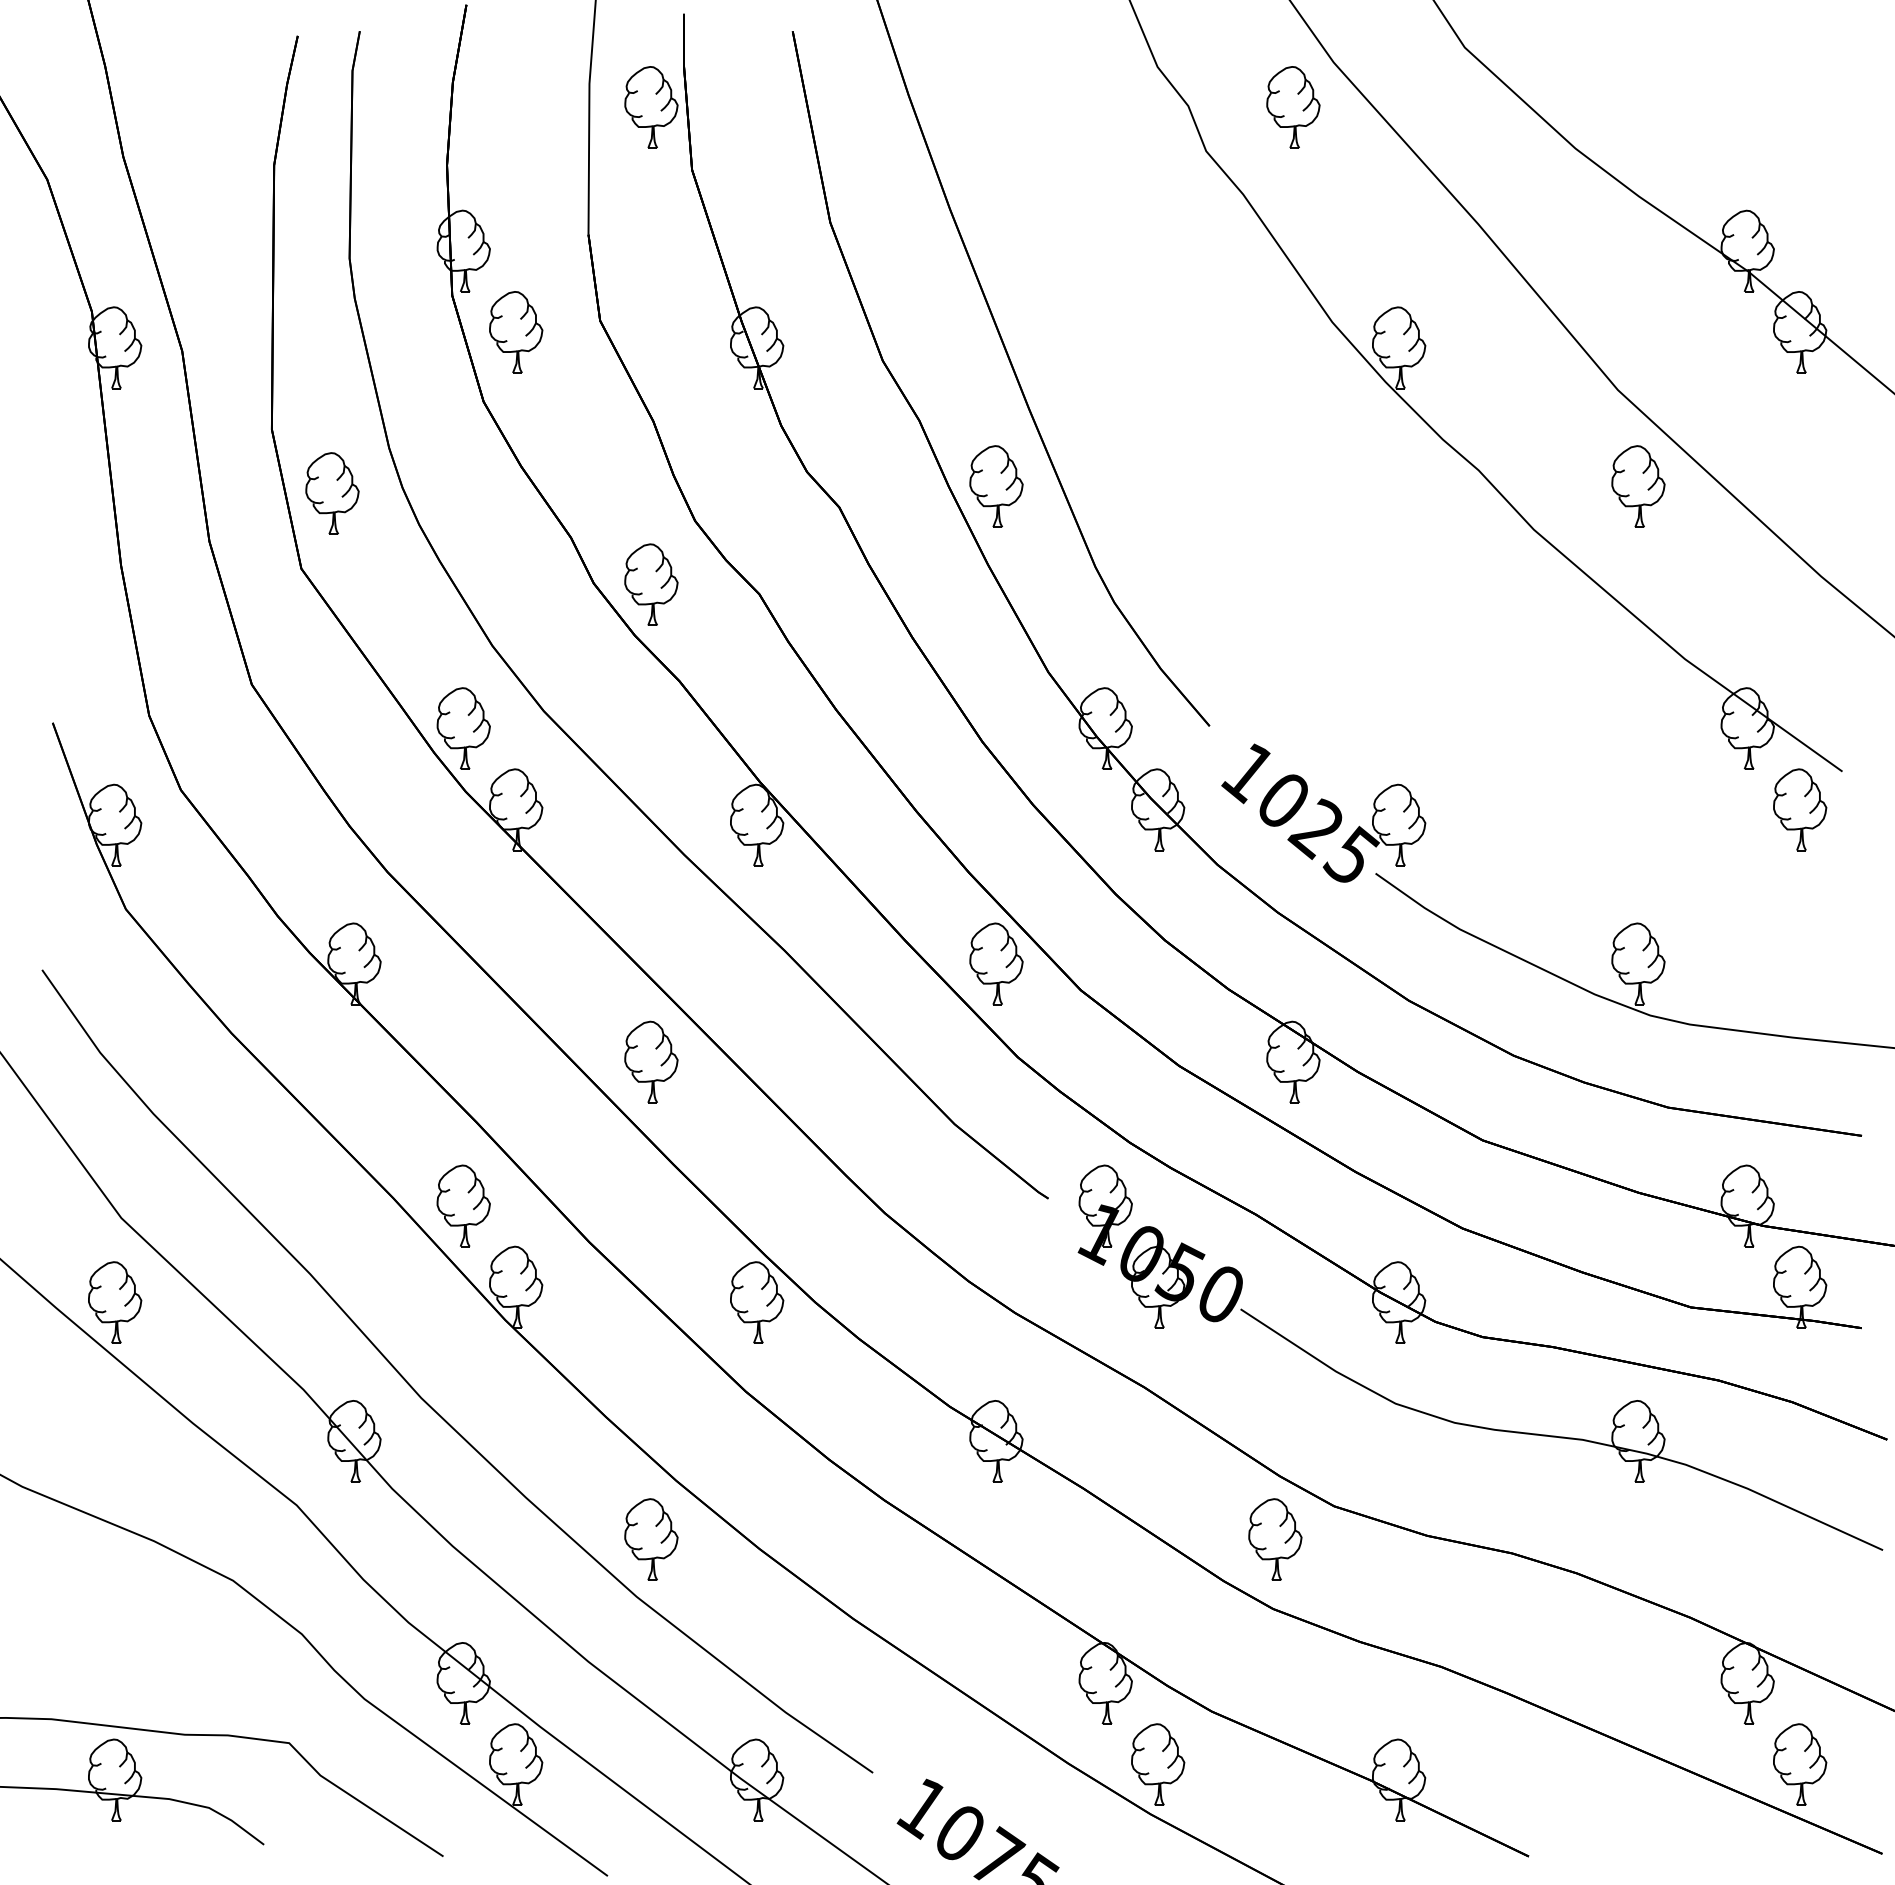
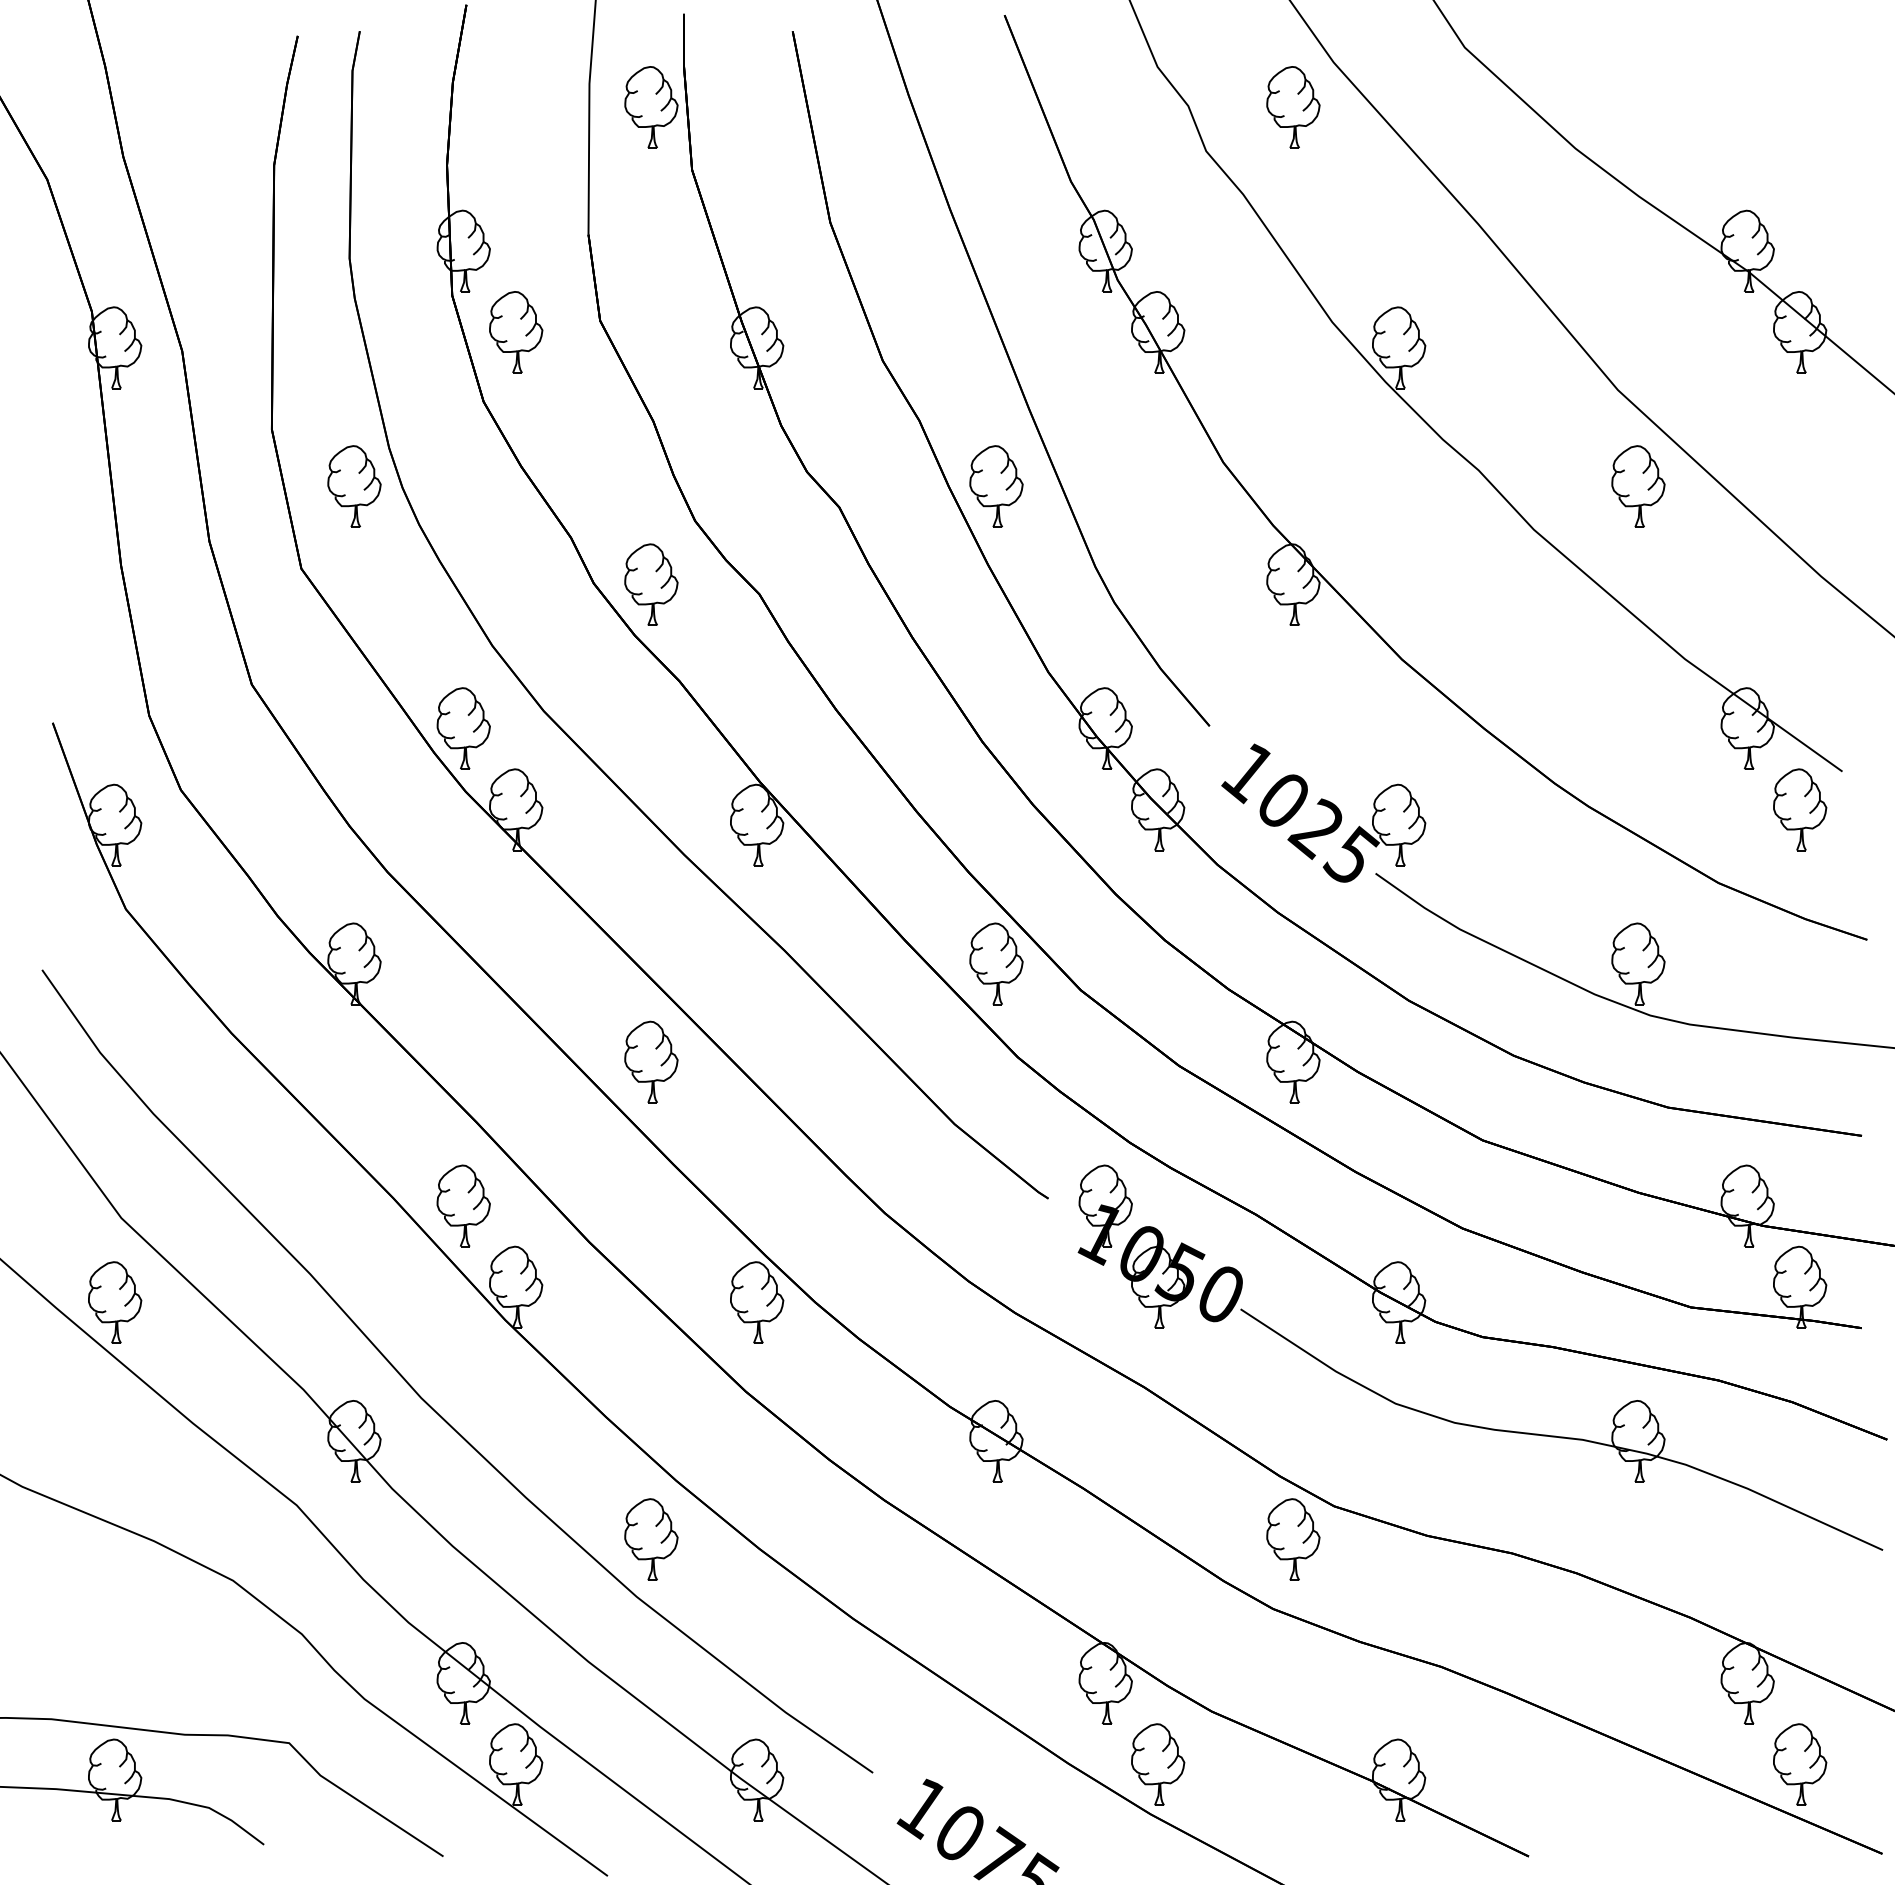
part at (332, 493) position: (332, 493) -> (354, 486)
part at (1329, 582): none -> present
part at (1275, 1539) position: (1275, 1539) -> (1293, 1539)
